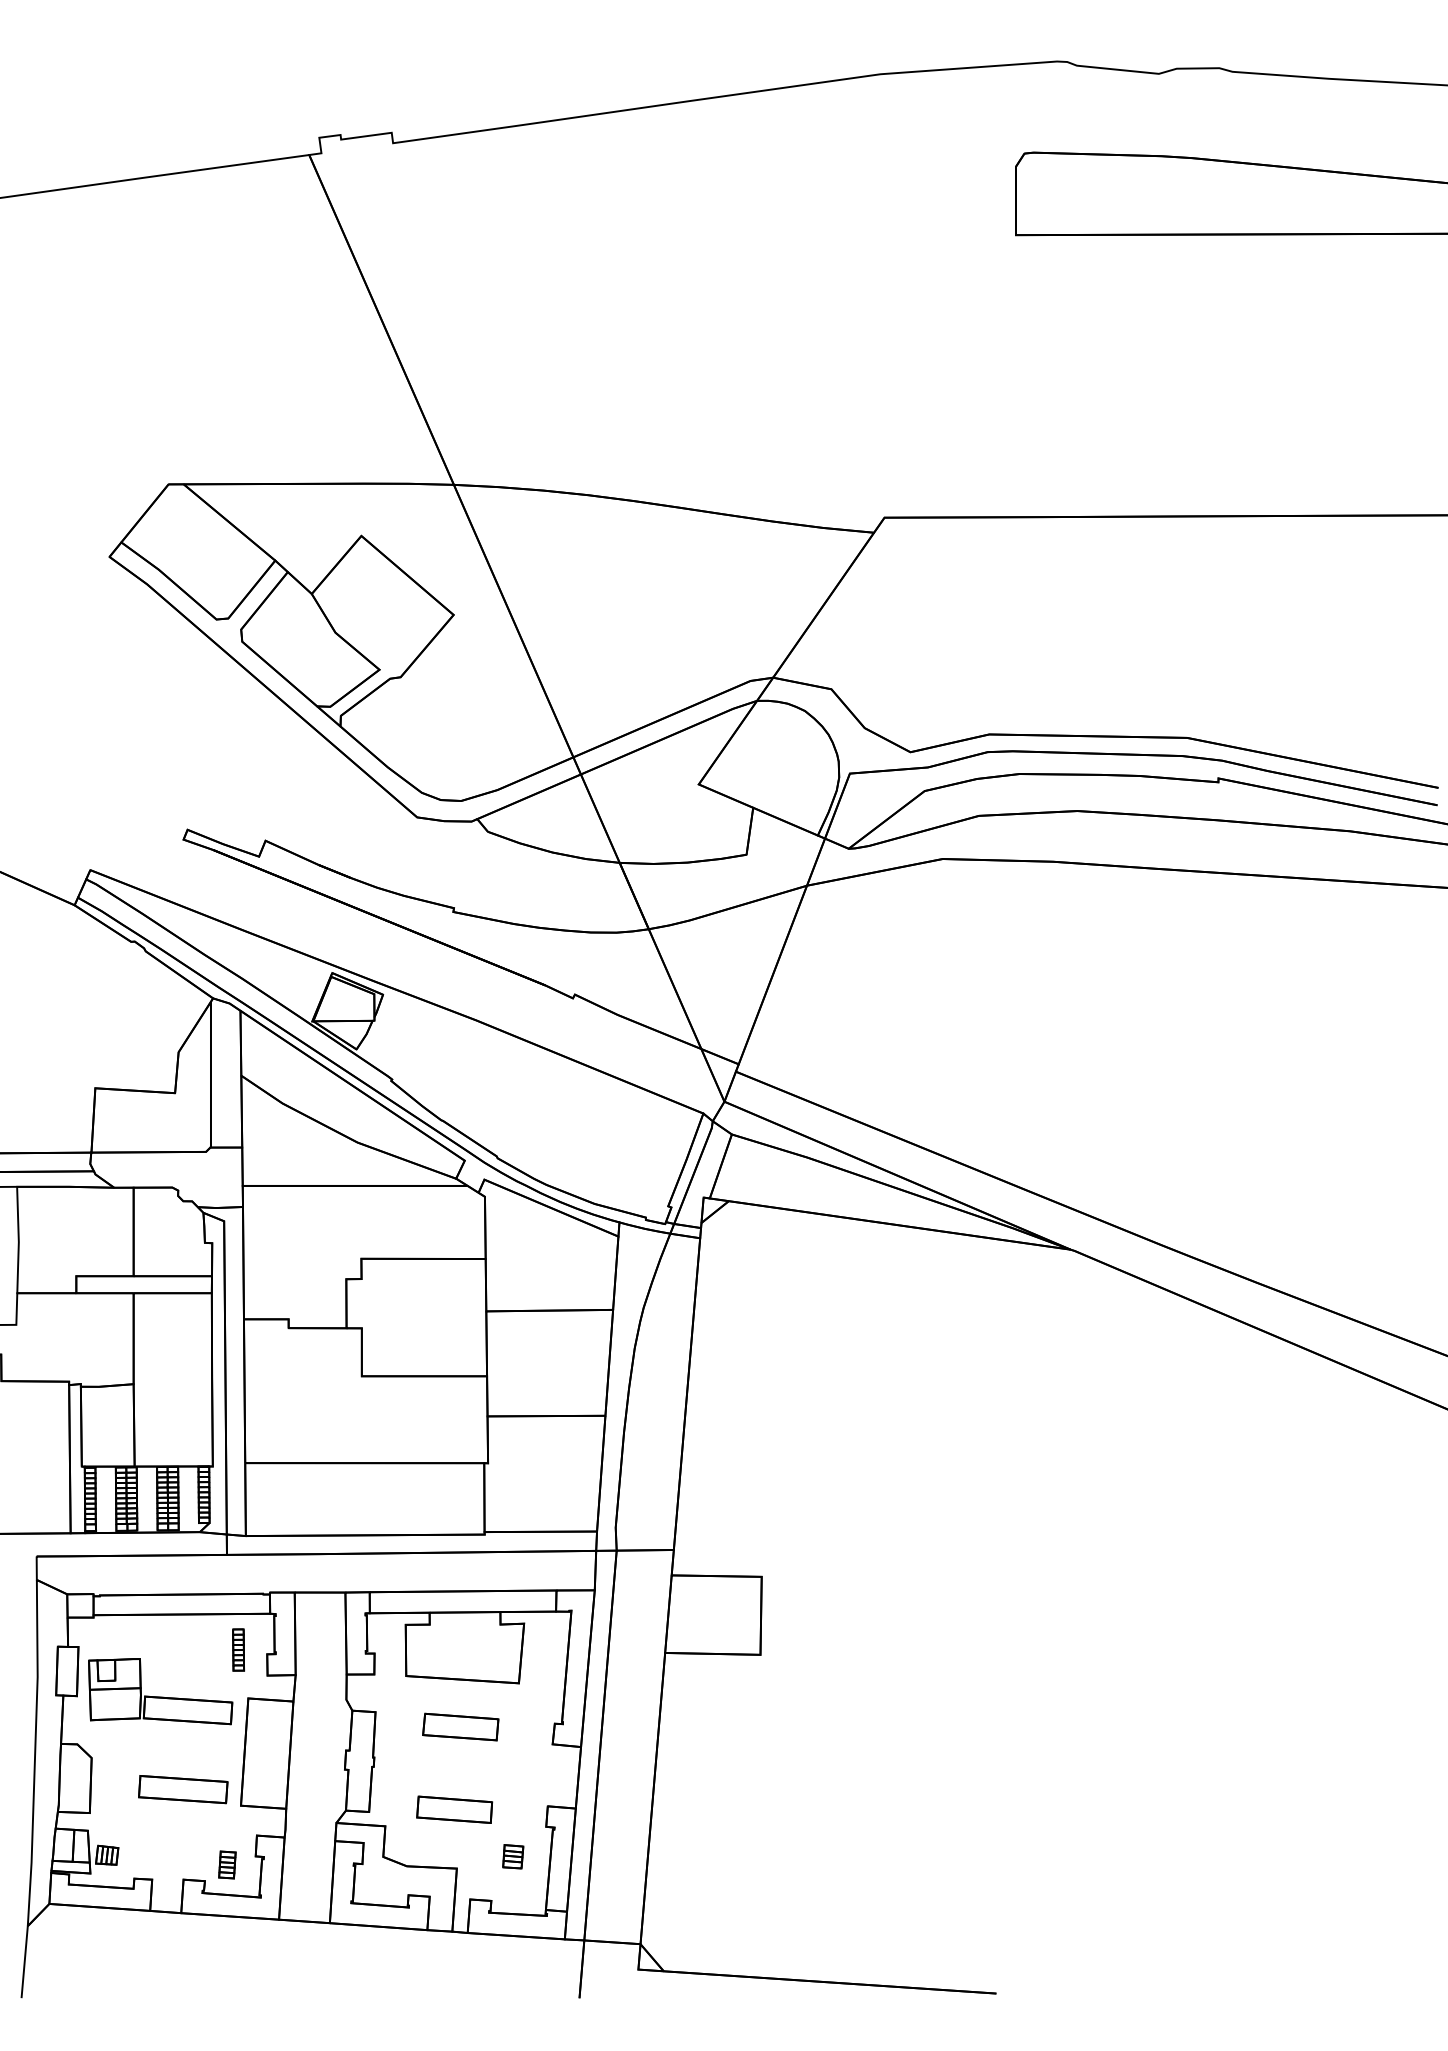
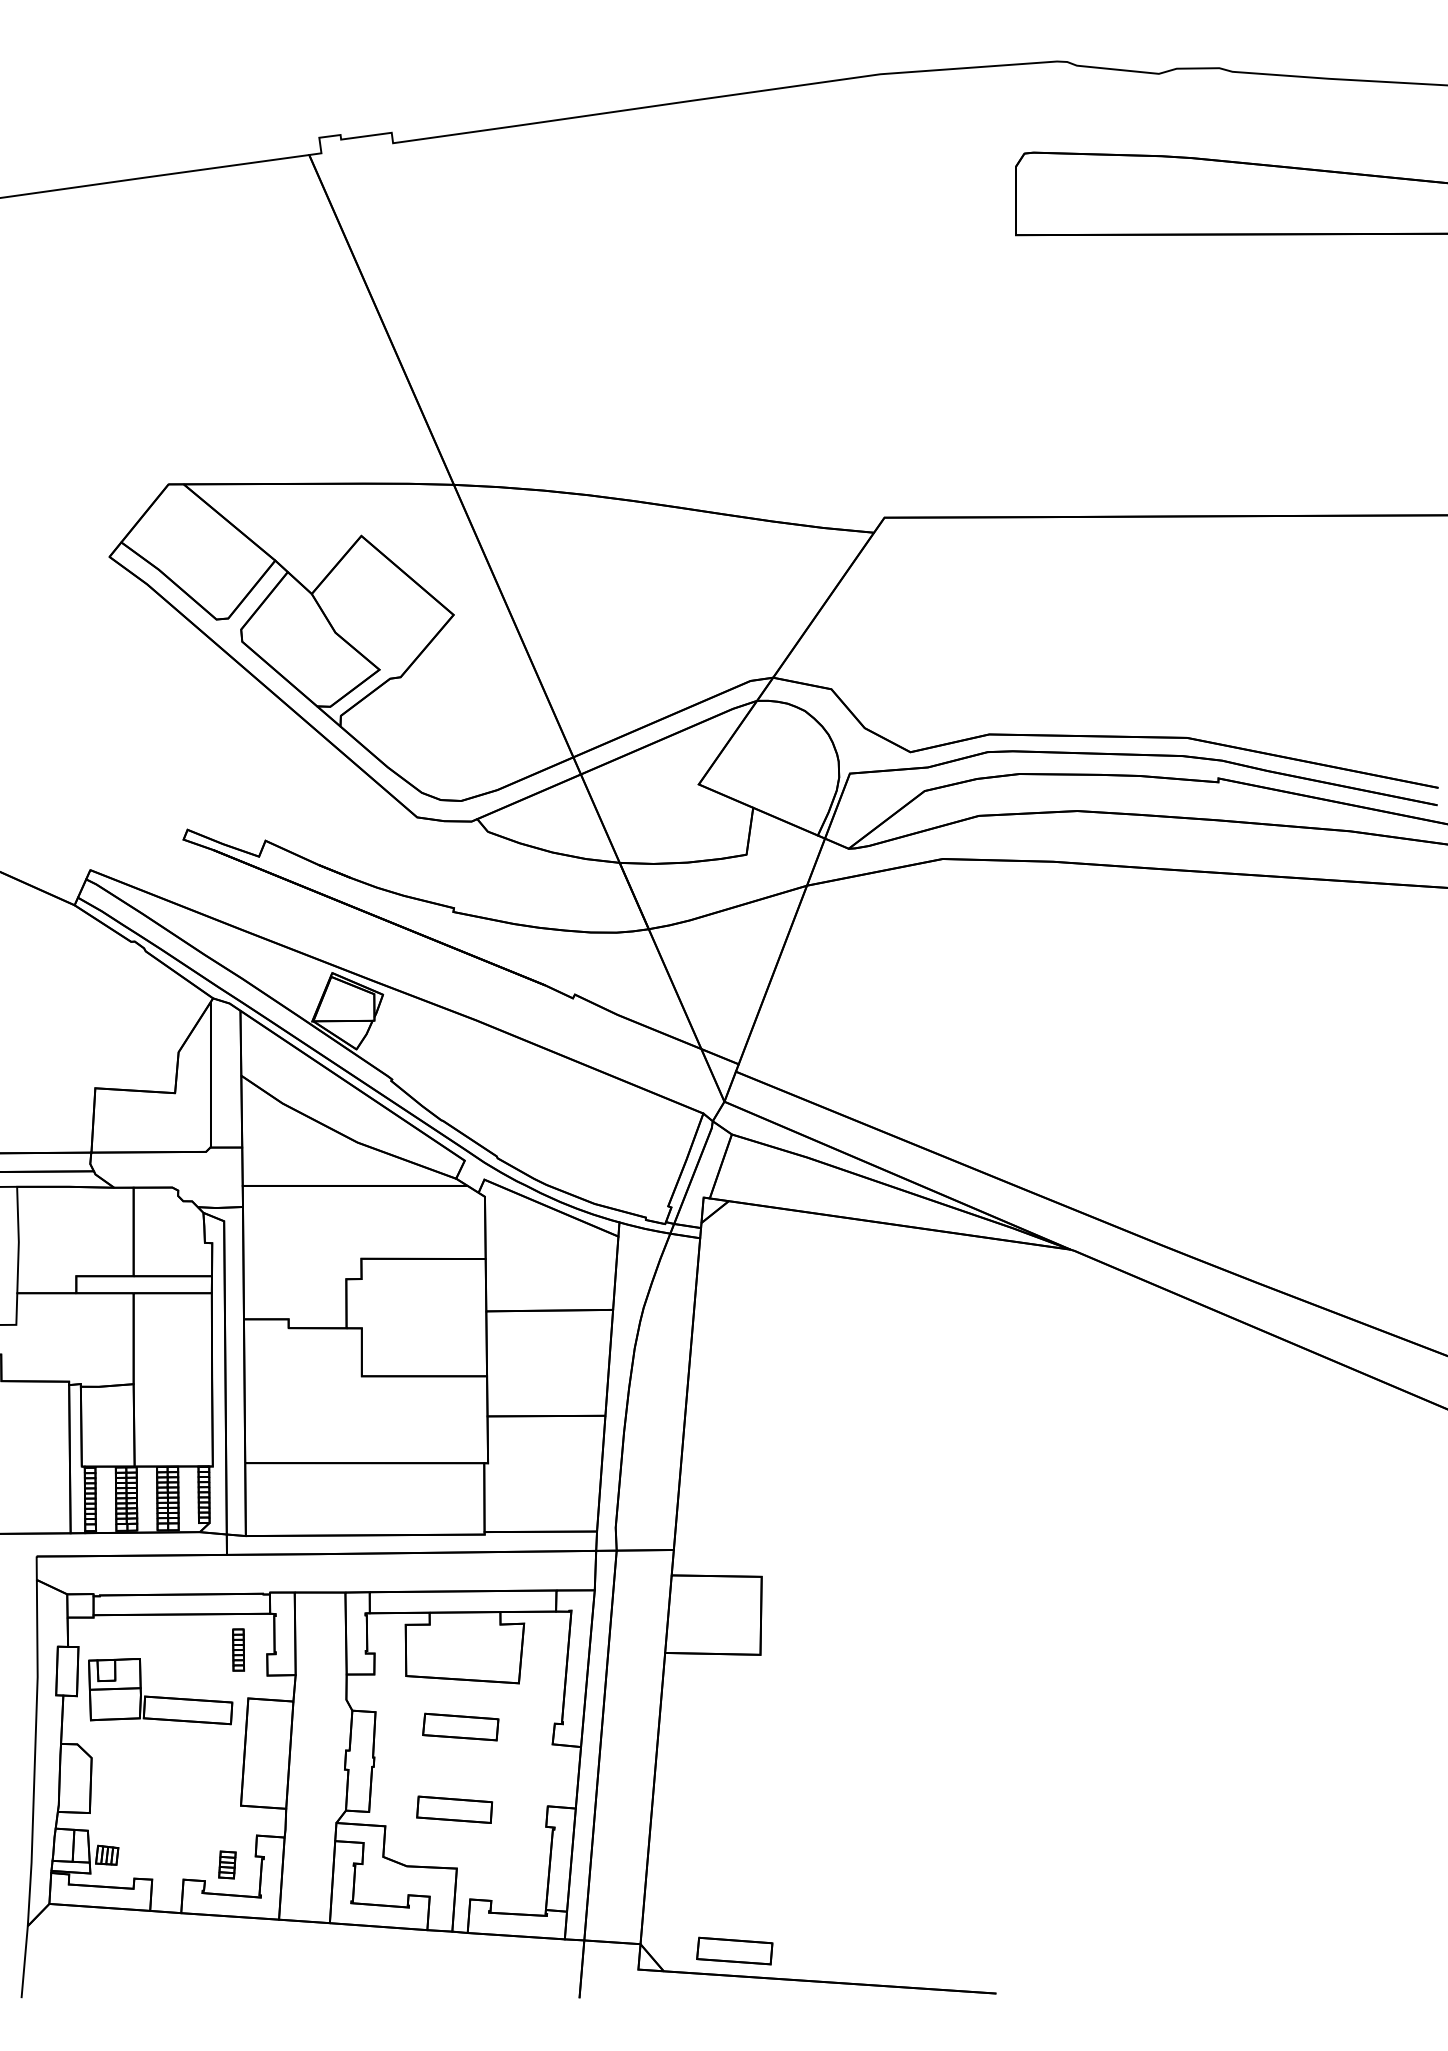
part at (183, 1789): present -> none
part at (513, 1856): present -> none
part at (734, 1950): none -> present
